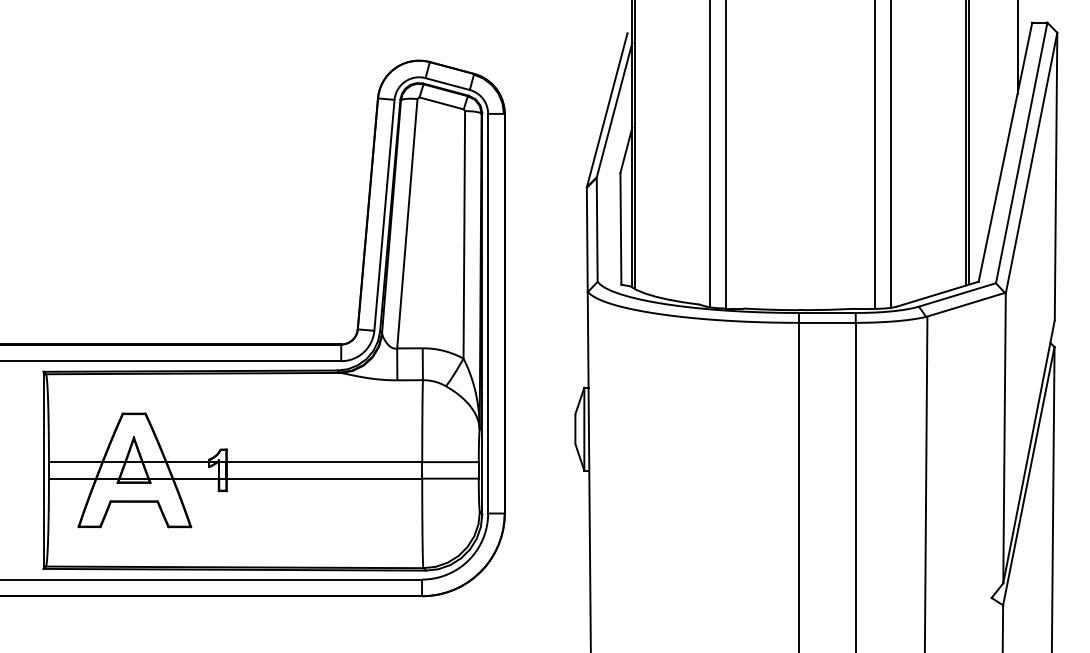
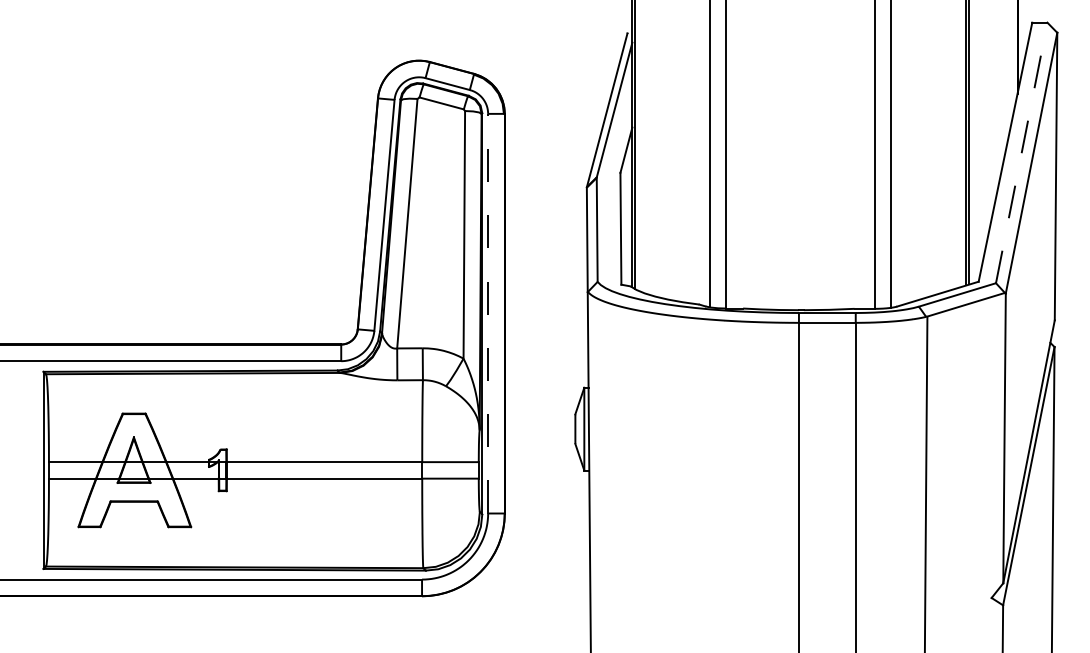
line at (1021, 152): solid -> dashed
line at (488, 313): solid -> dashed
